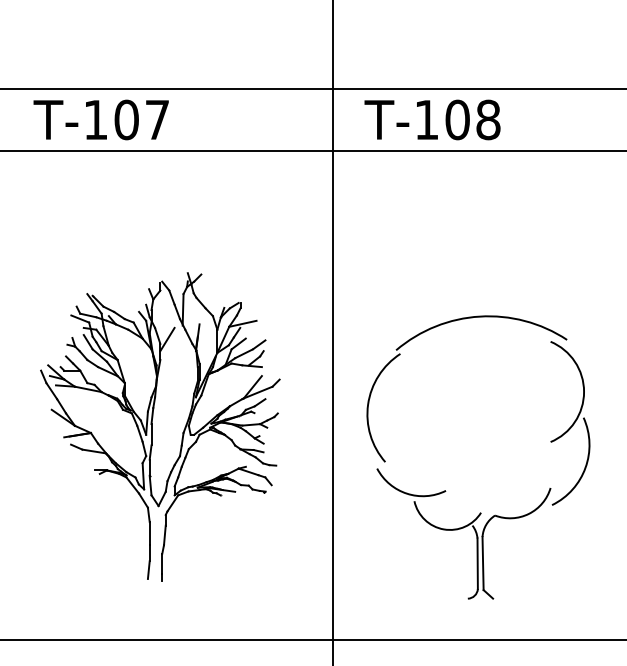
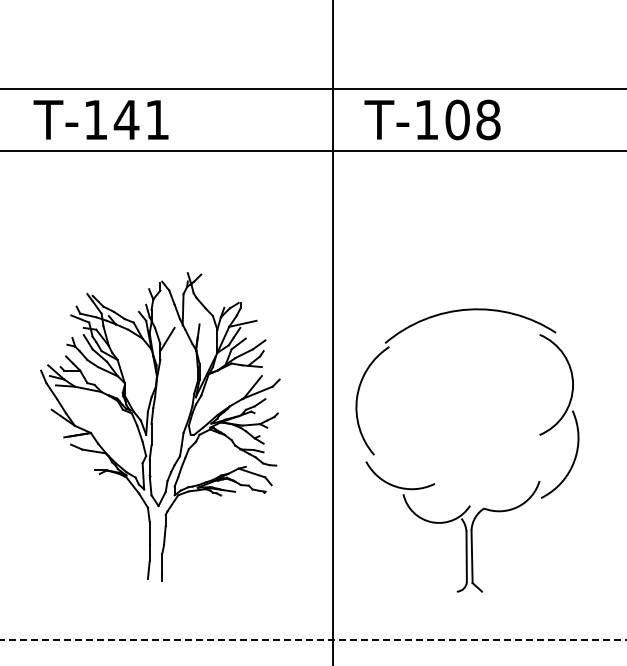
text at (140, 119): T-107 -> T-141
part at (445, 490) position: (445, 490) -> (434, 483)
line at (313, 640): solid -> dashed
